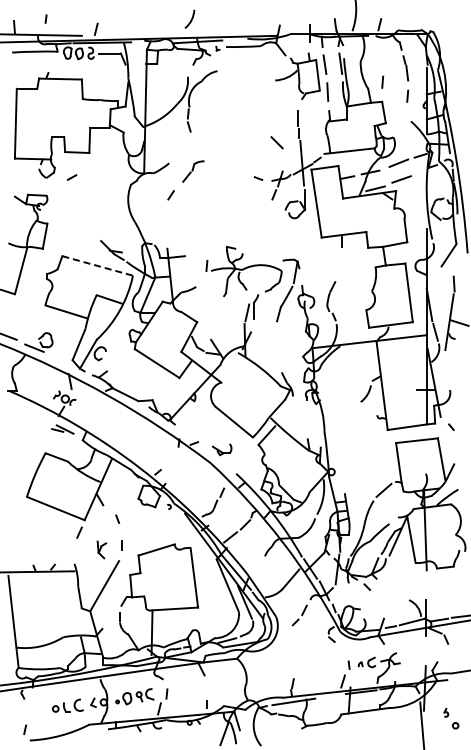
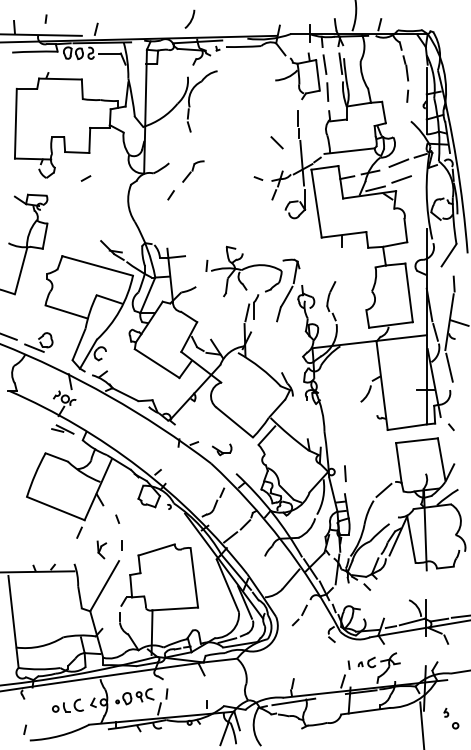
line at (382, 81): present -> none
line at (71, 177) position: (71, 177) -> (85, 178)
line at (97, 265): dashed -> solid
line at (449, 367): none -> present
line at (345, 473): none -> present
